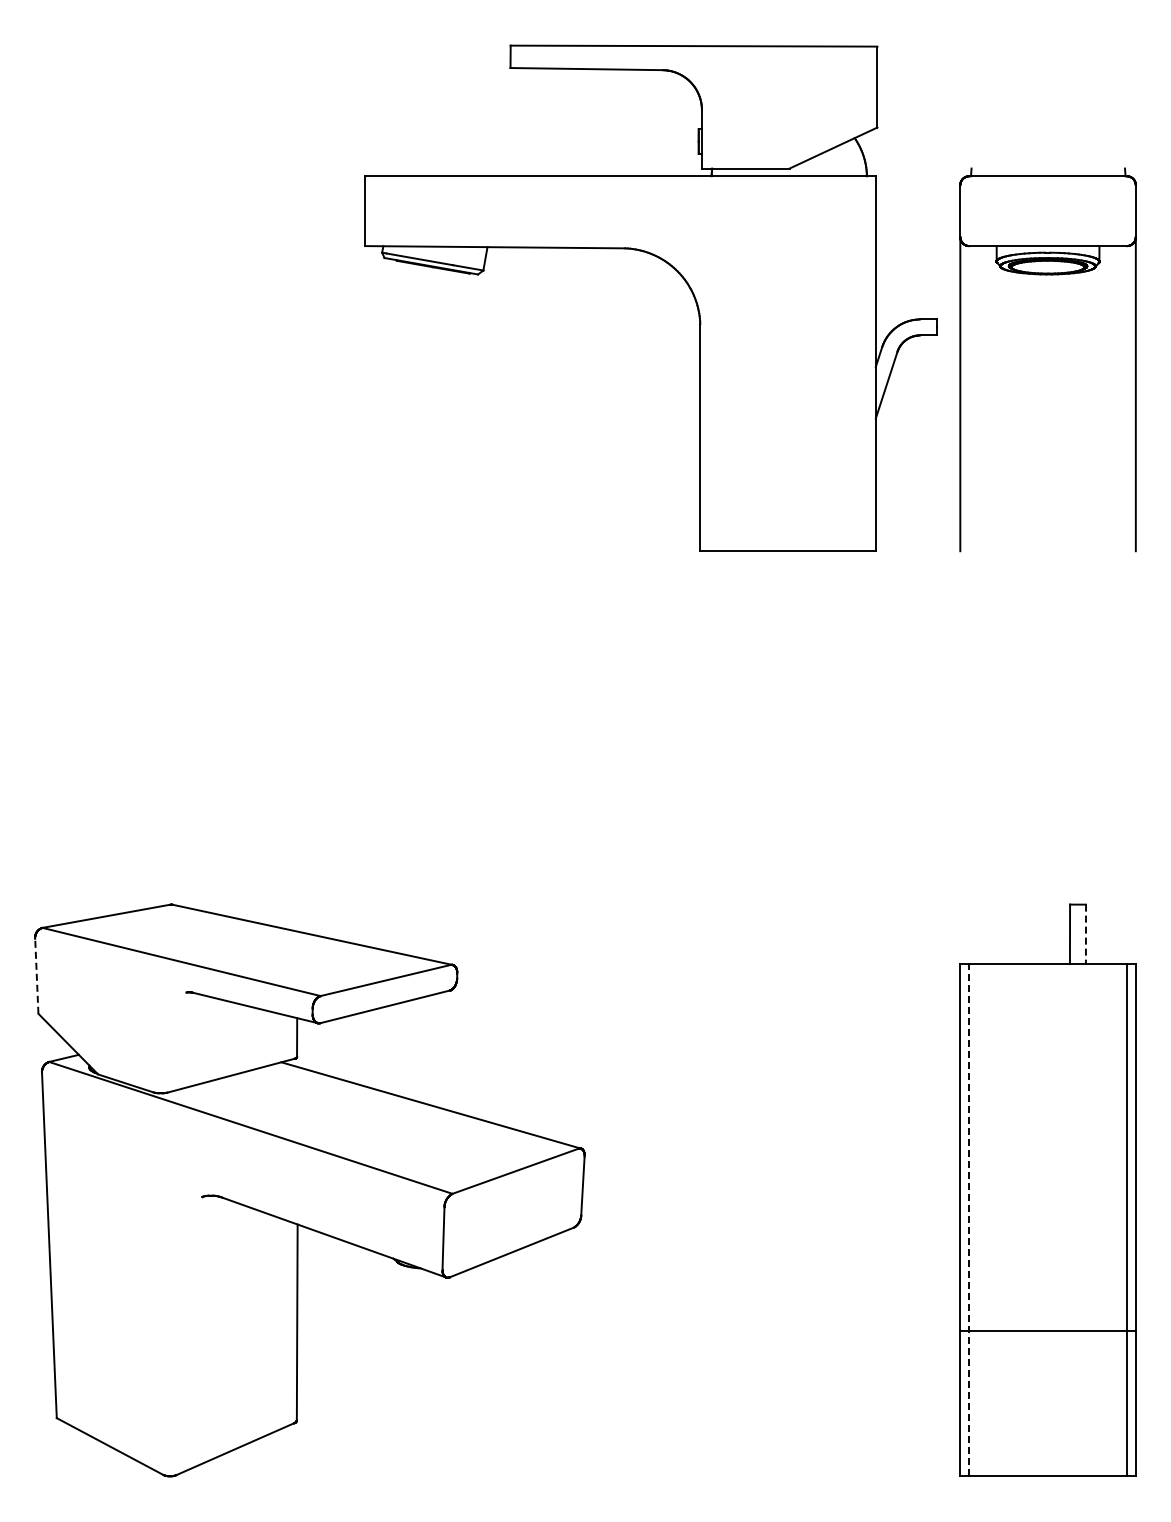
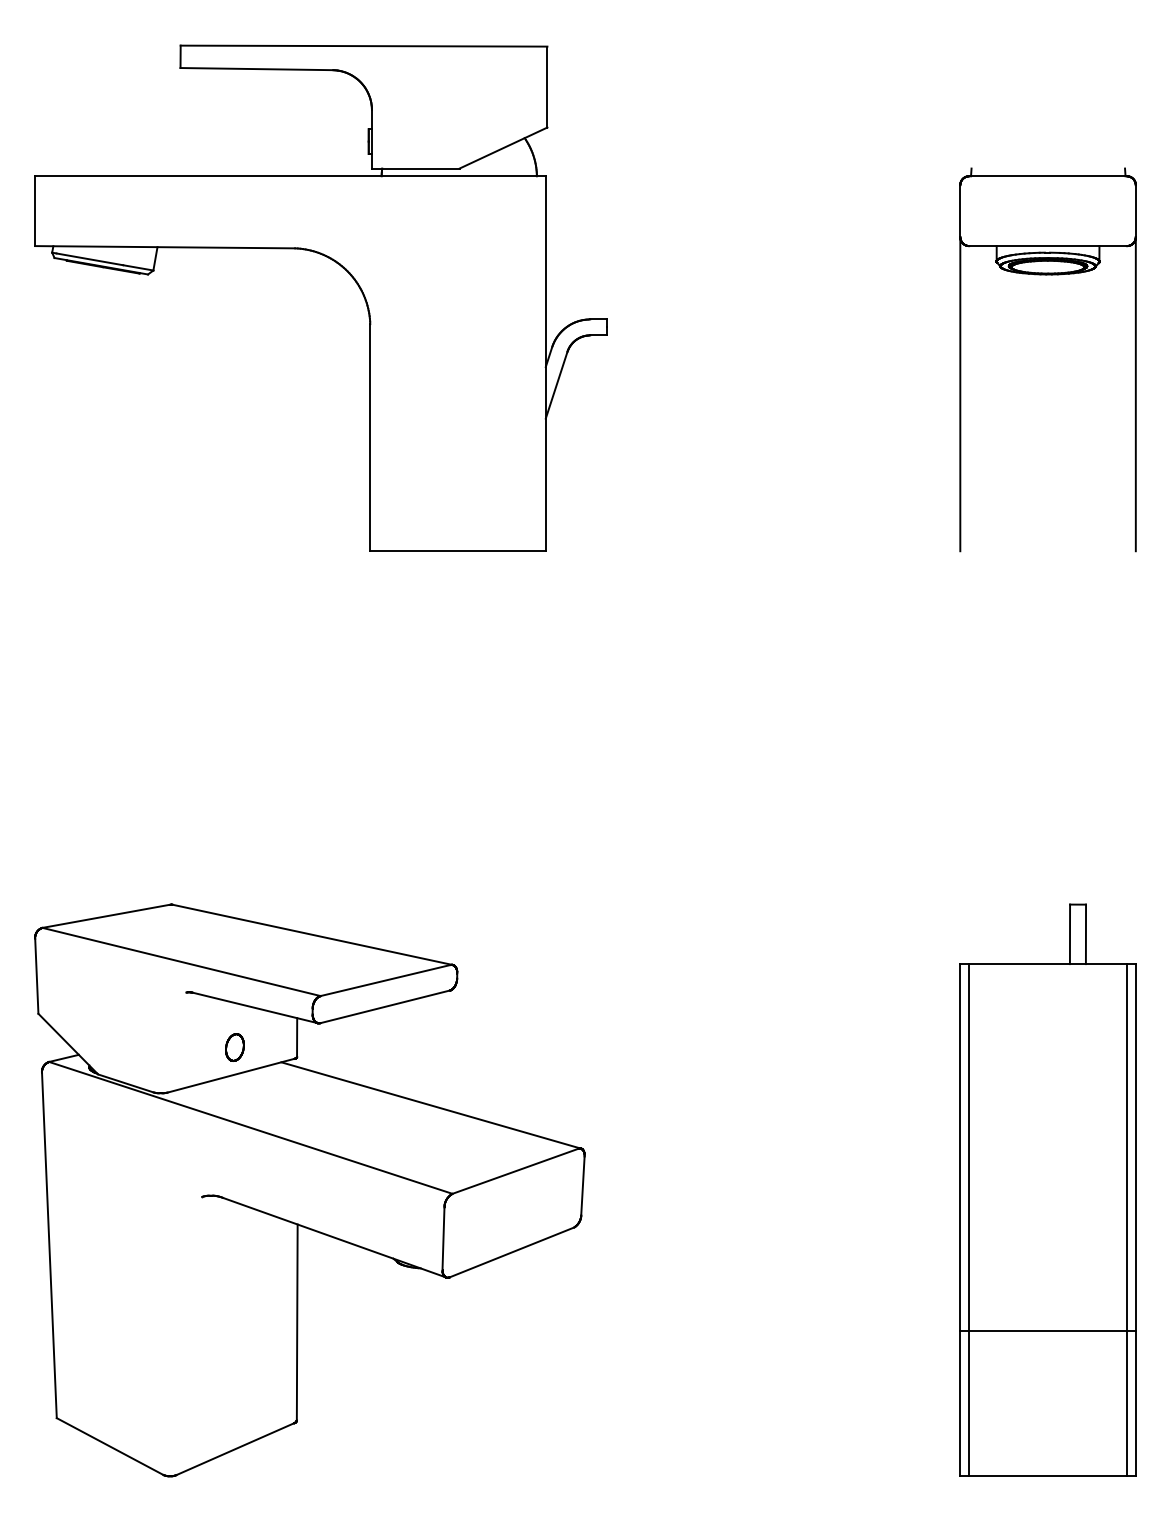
part at (672, 268) position: (672, 268) -> (342, 268)
line at (1085, 934): dashed -> solid
line at (36, 976): dashed -> solid
part at (234, 1047): none -> present
line at (969, 1219): dashed -> solid
